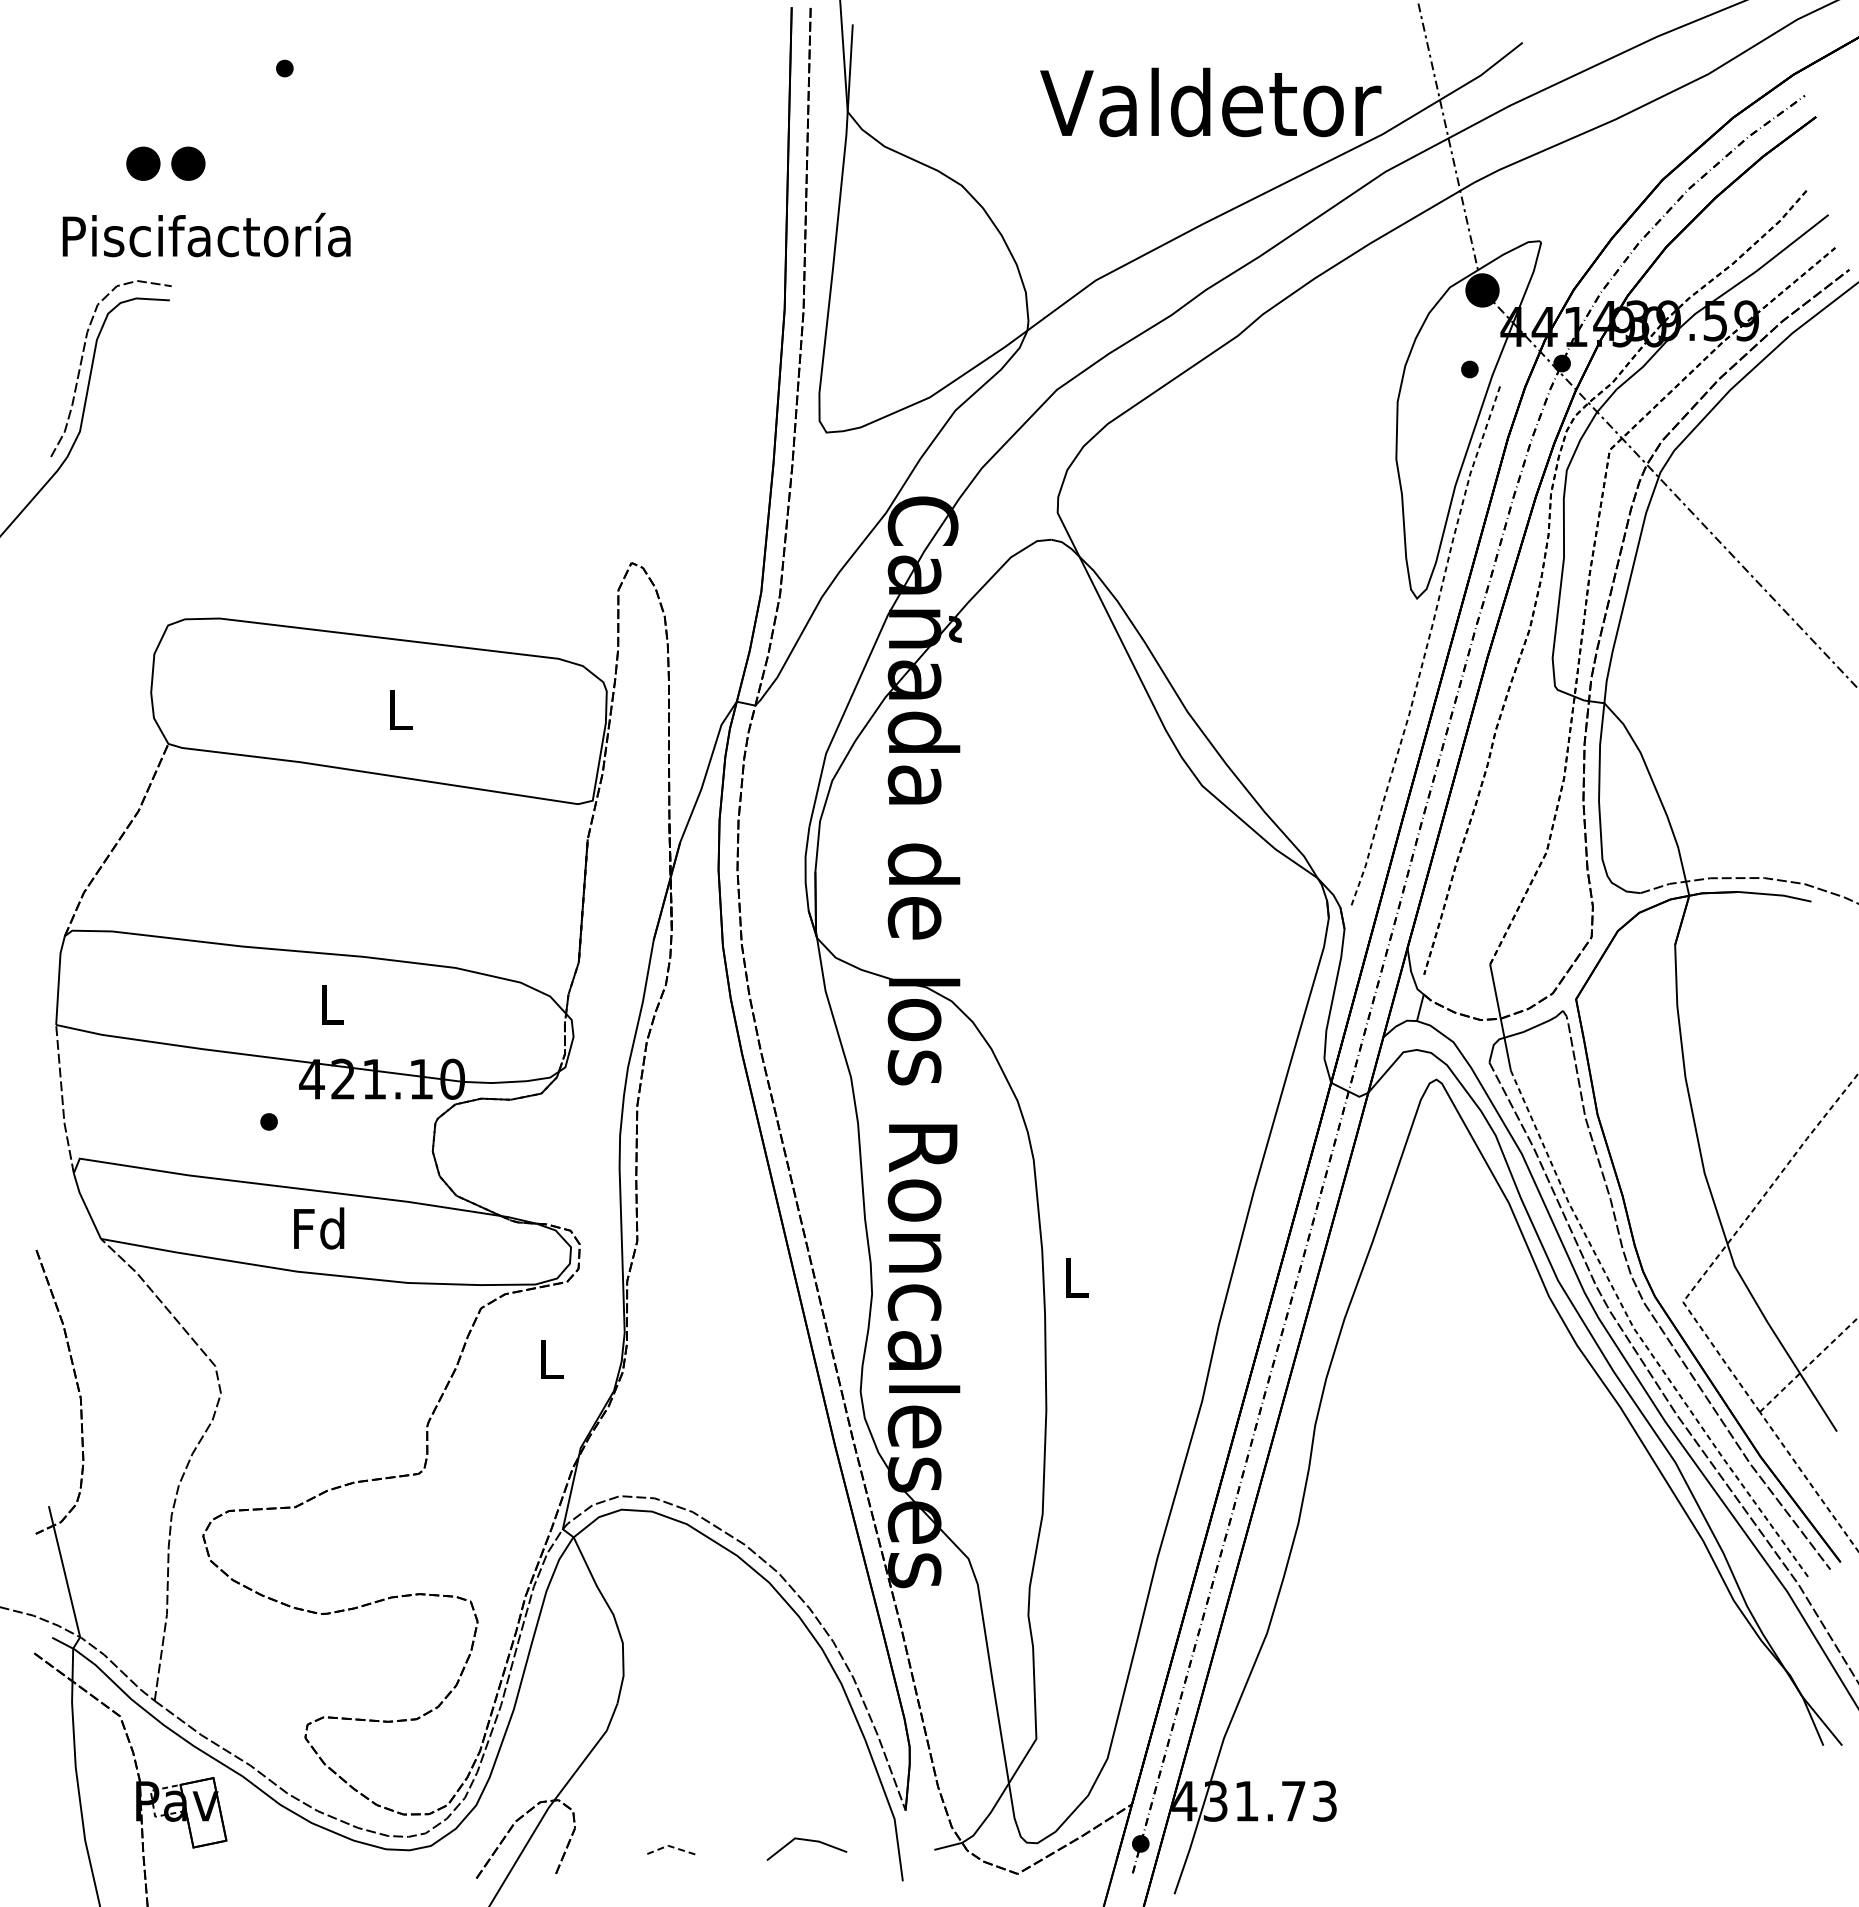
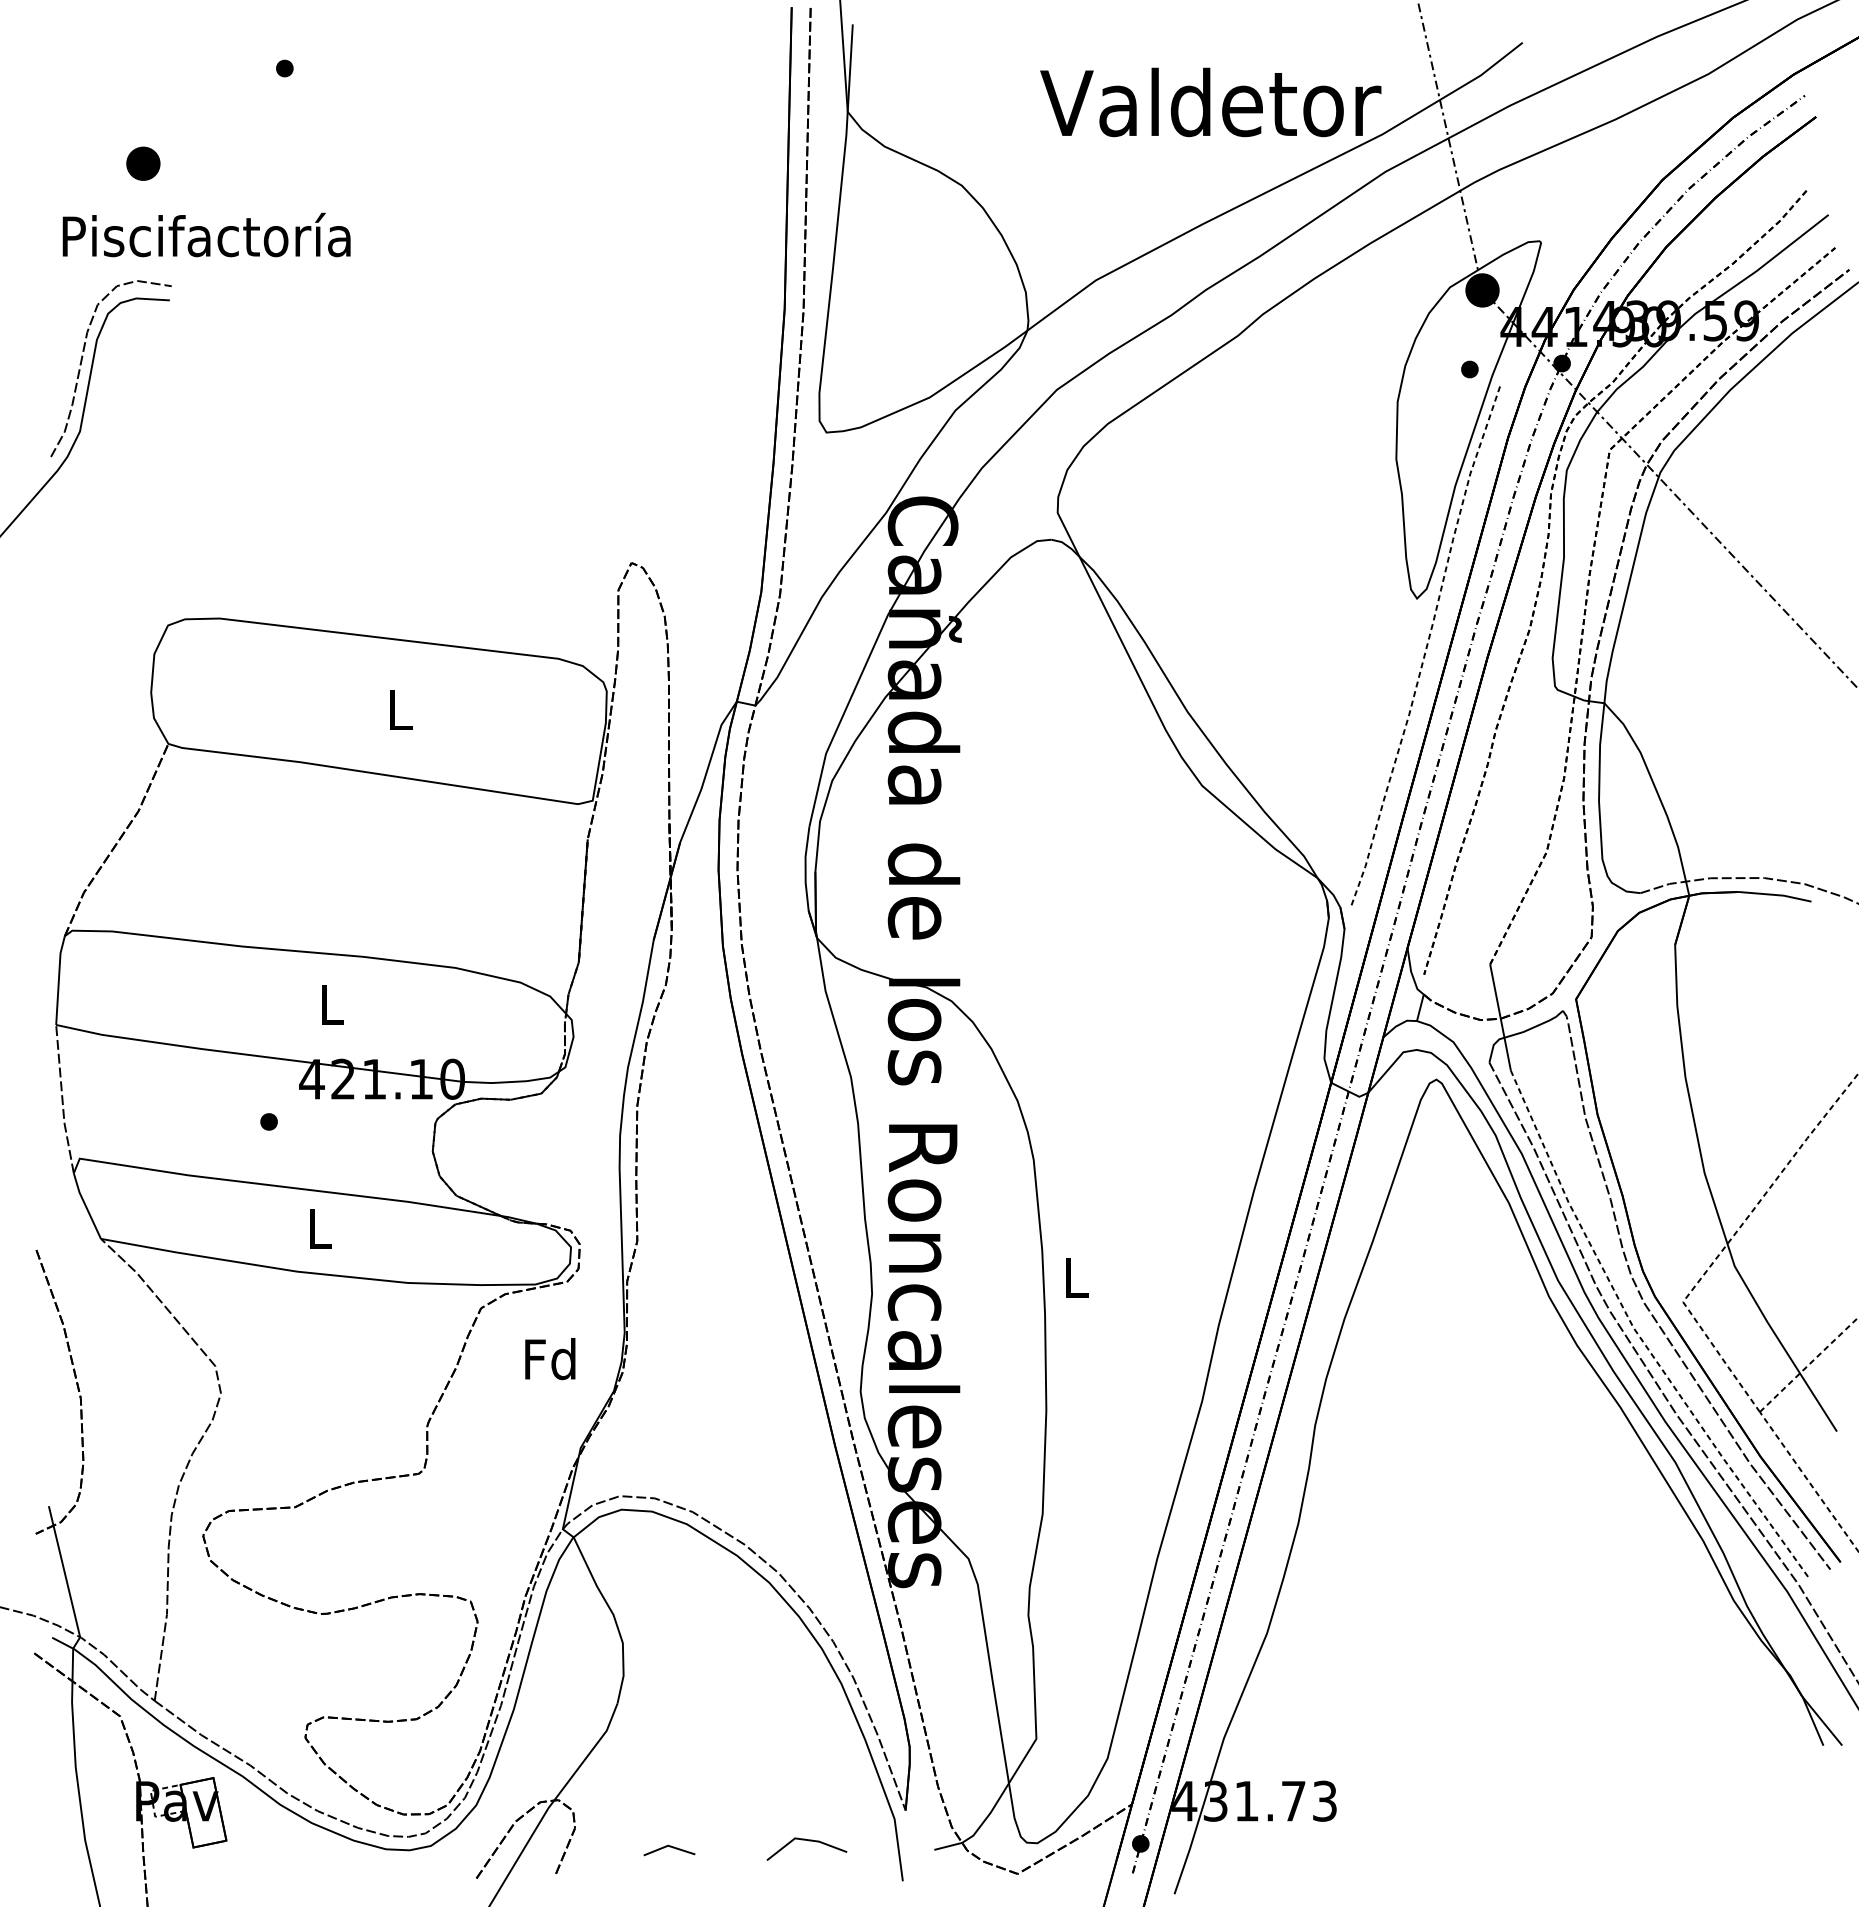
part at (188, 163): present -> none
text at (319, 1228): Fd -> L
text at (550, 1359): L -> Fd
line at (668, 1845): dashed -> solid
